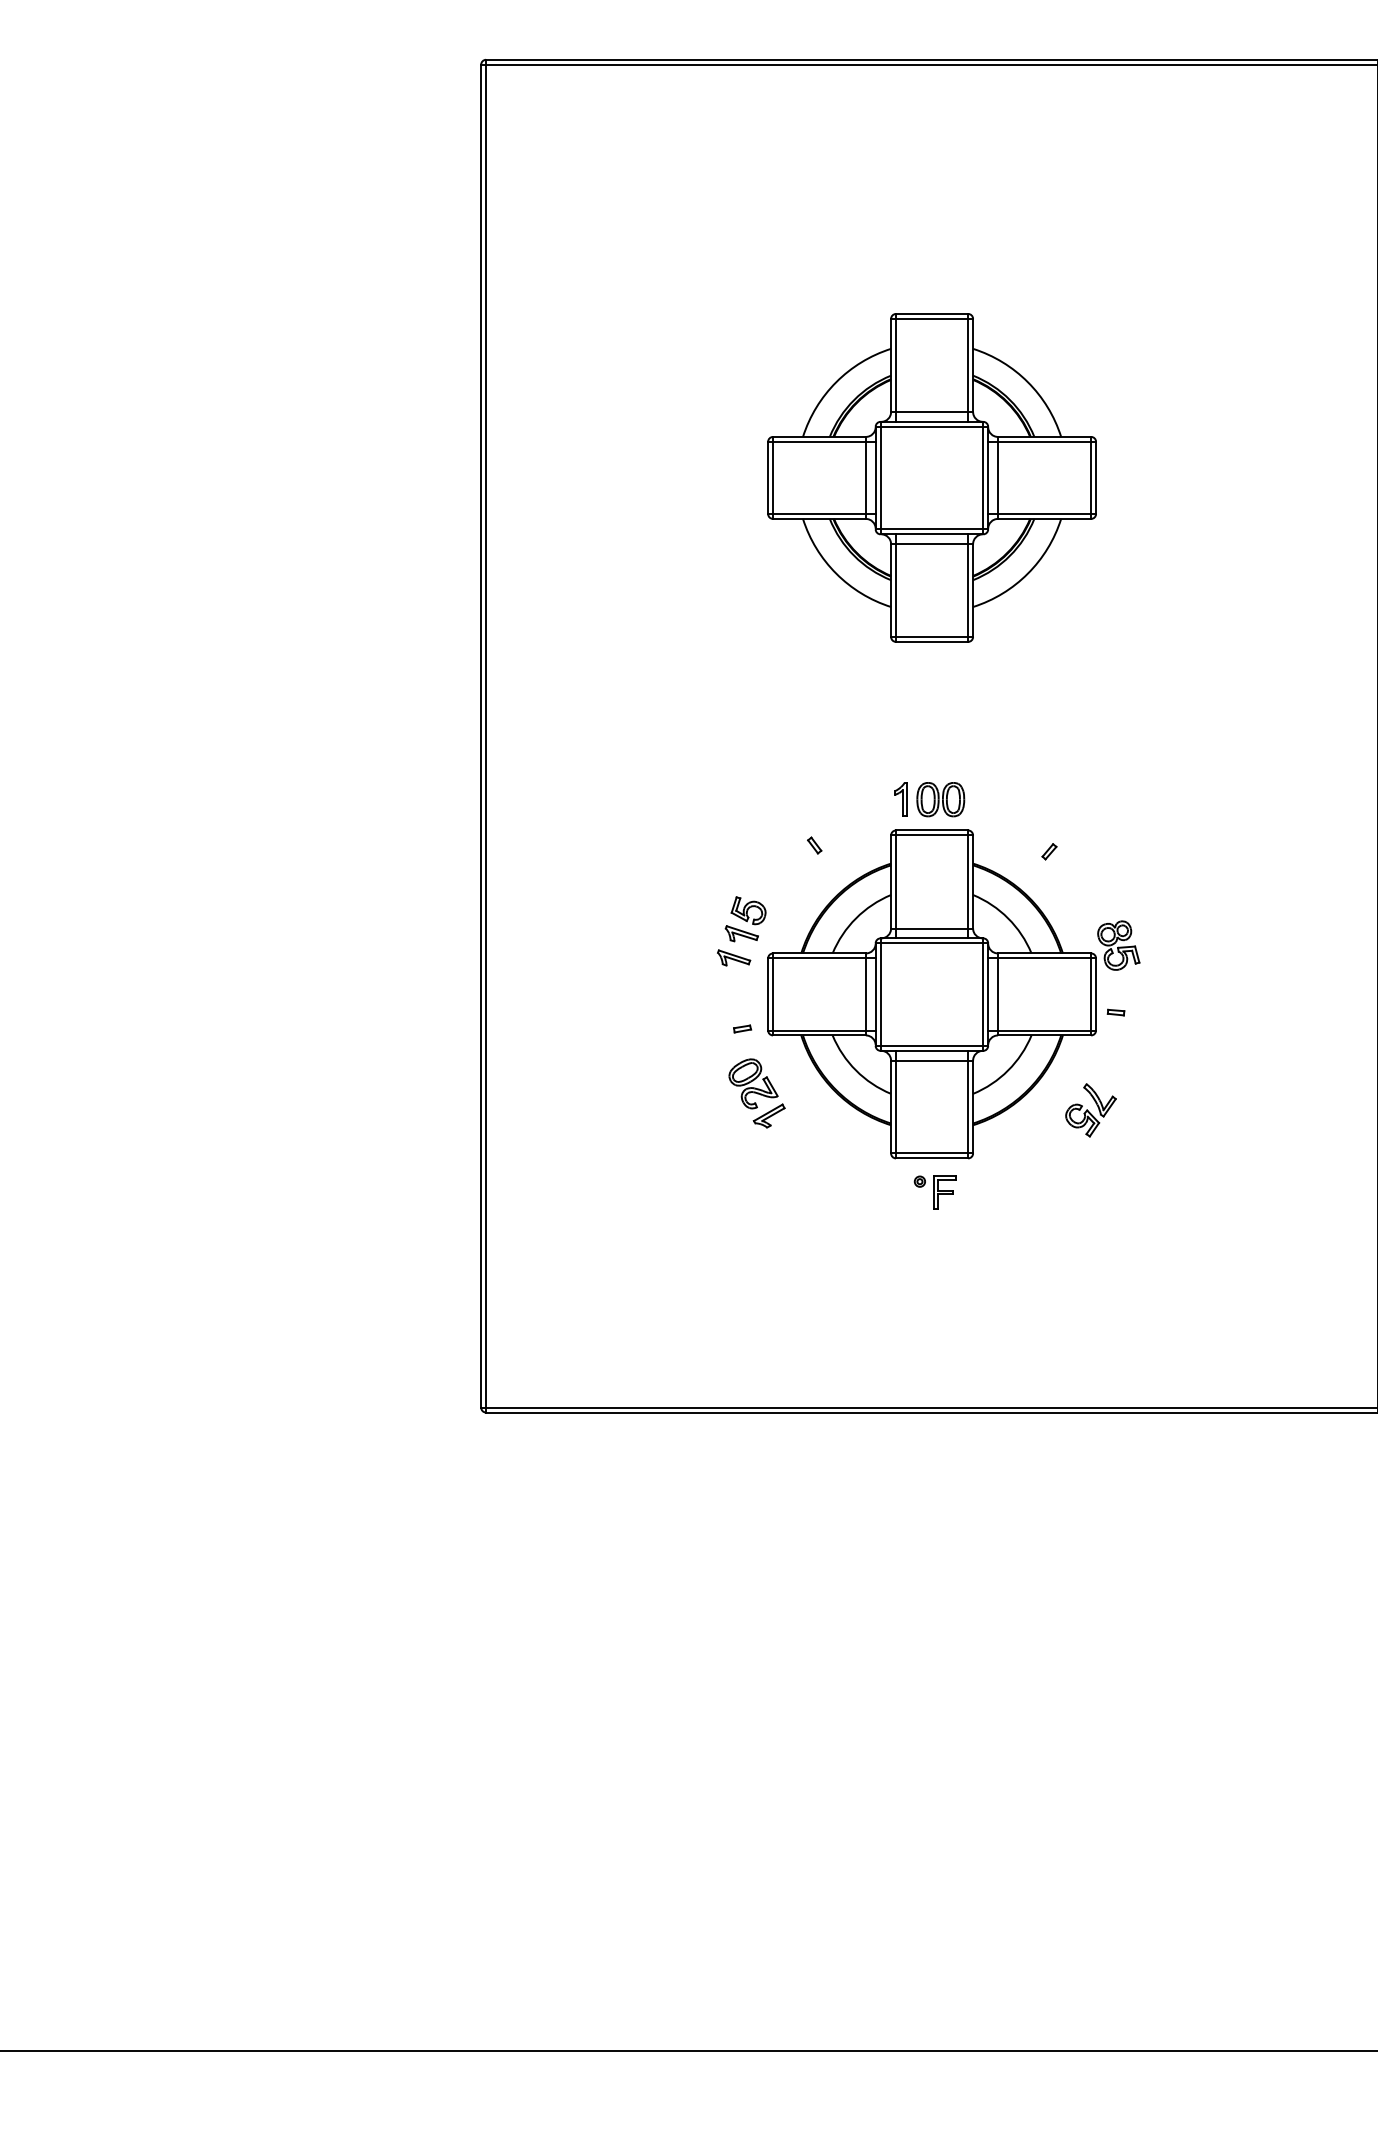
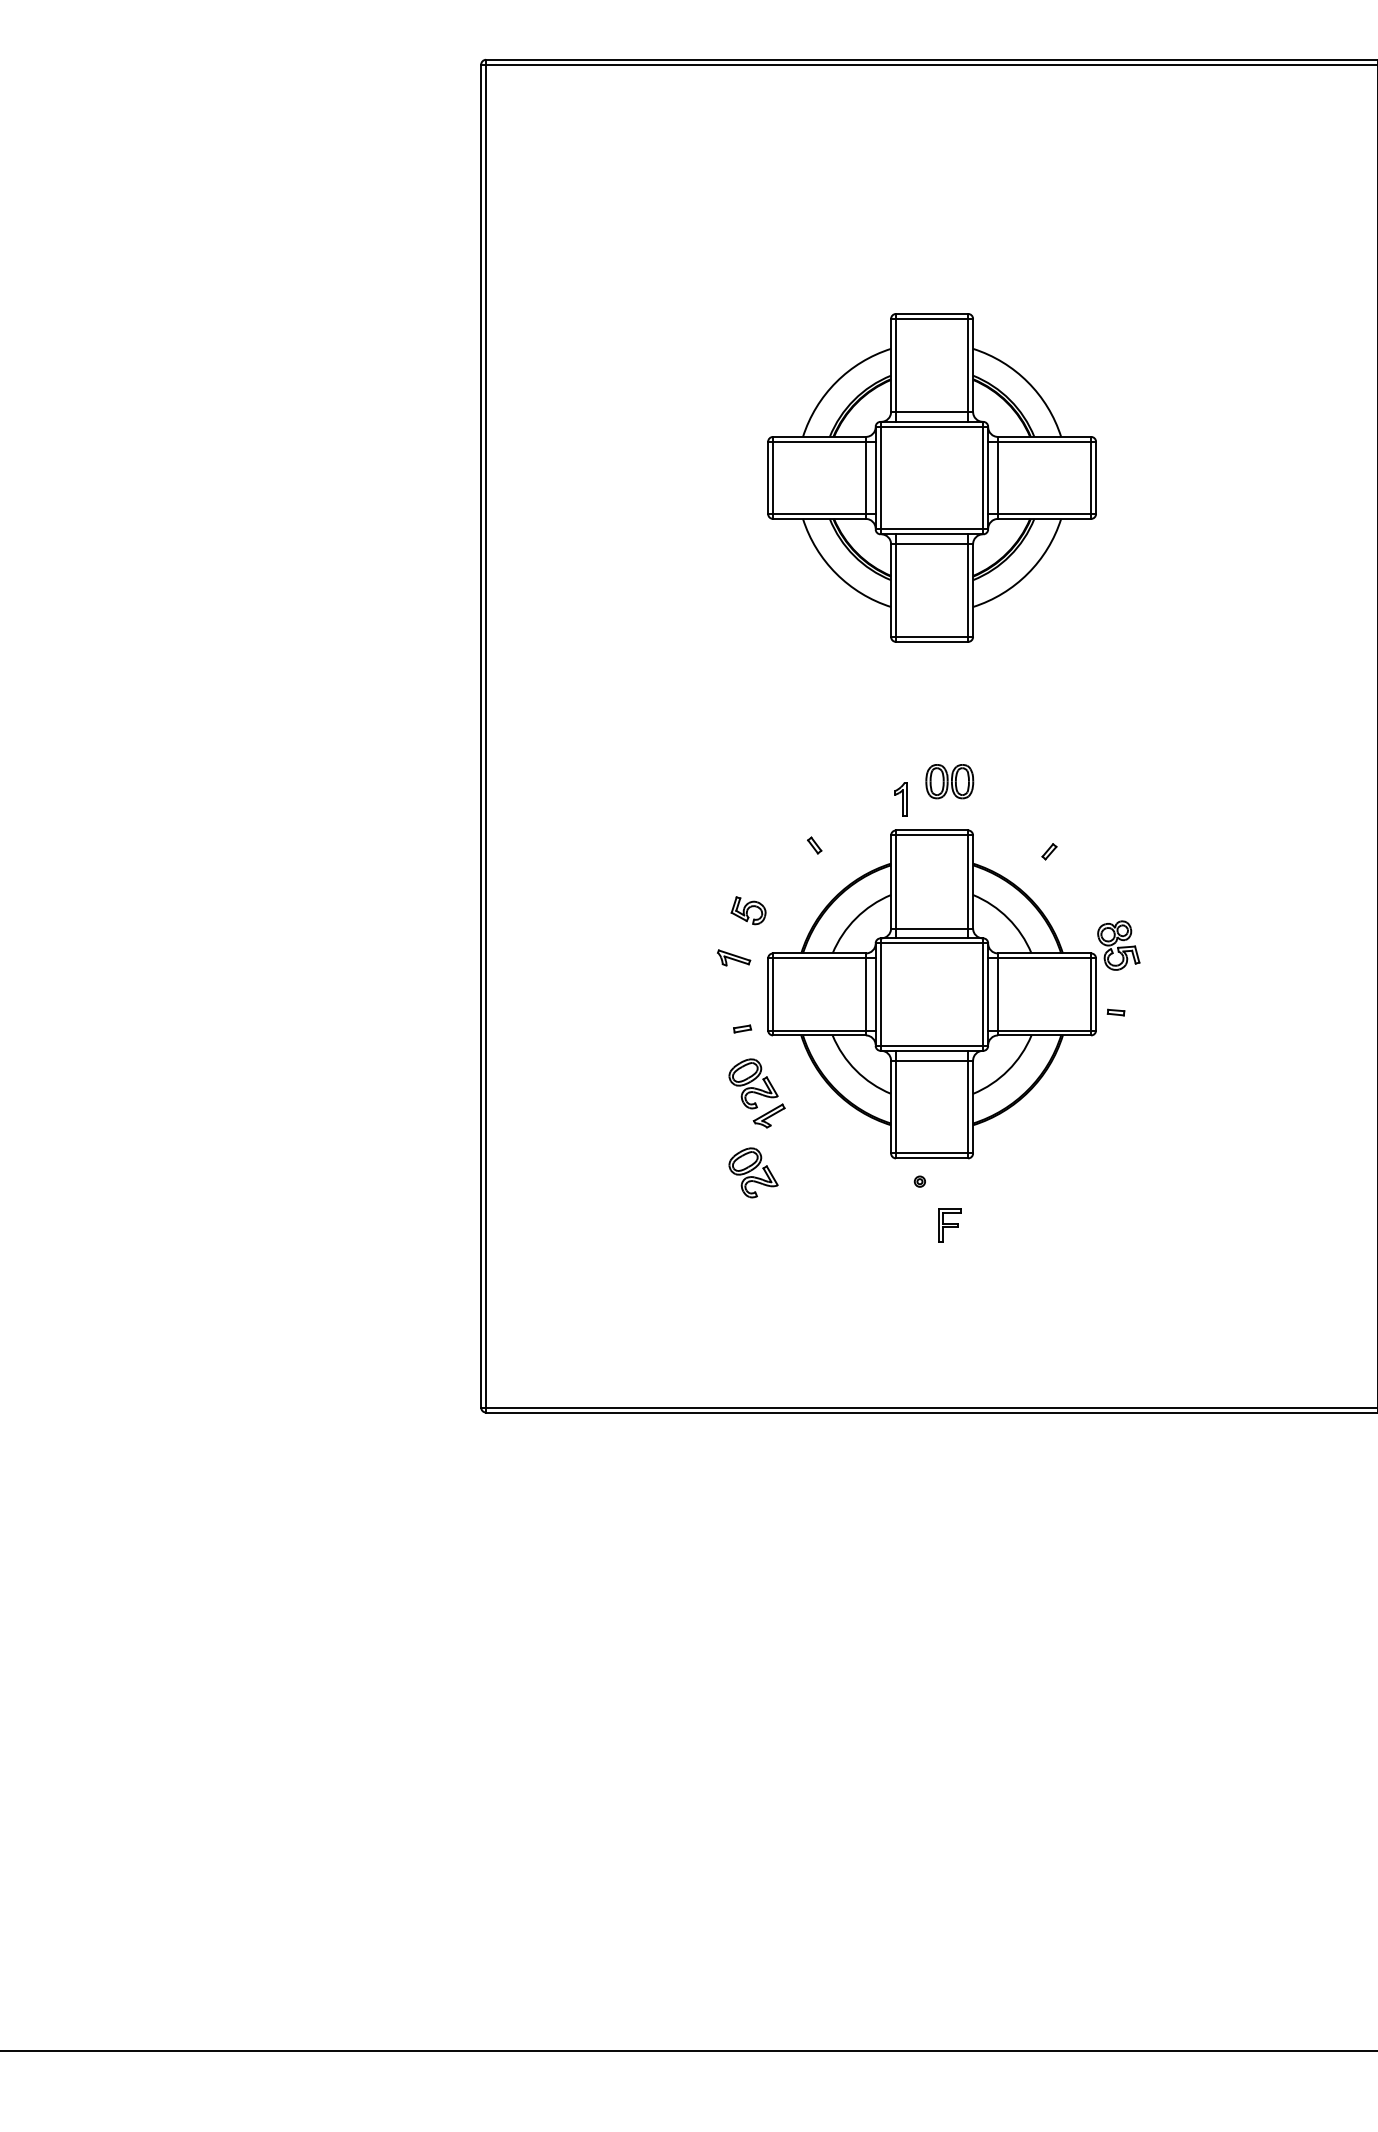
part at (940, 799) position: (940, 799) -> (949, 781)
part at (741, 933): present -> none
part at (1090, 1110): present -> none
part at (753, 1172): none -> present
part at (944, 1192) position: (944, 1192) -> (949, 1225)
